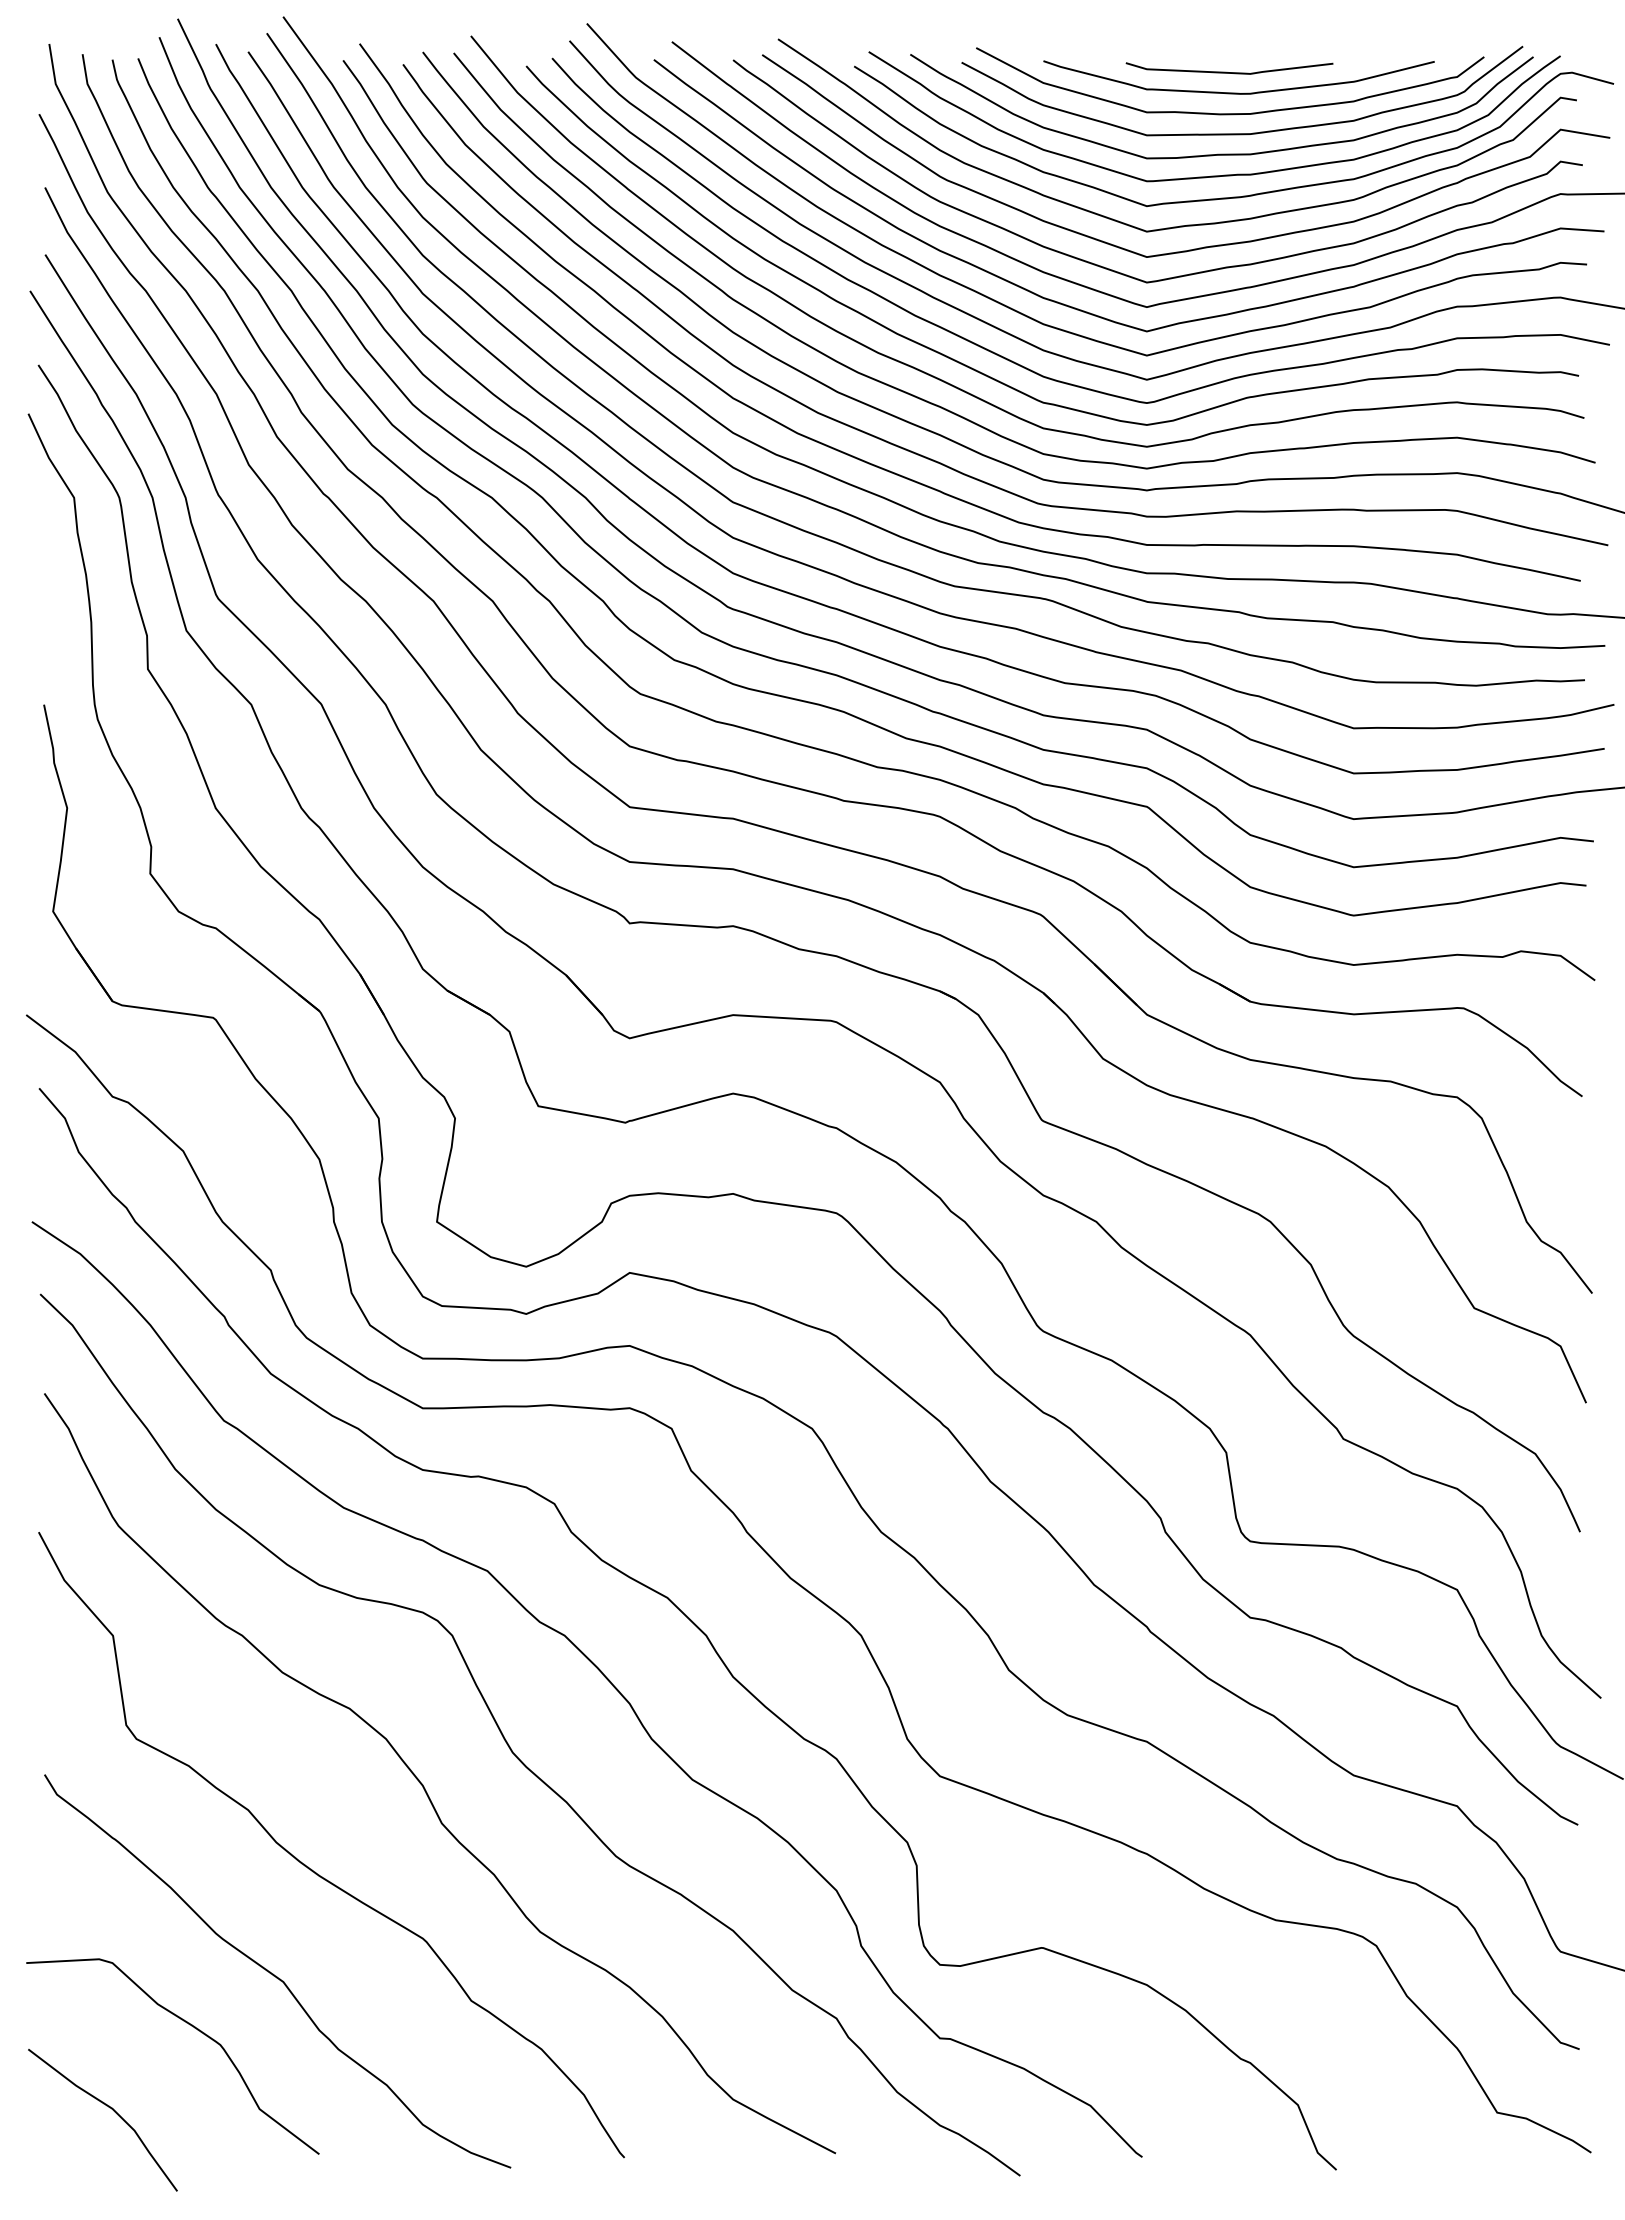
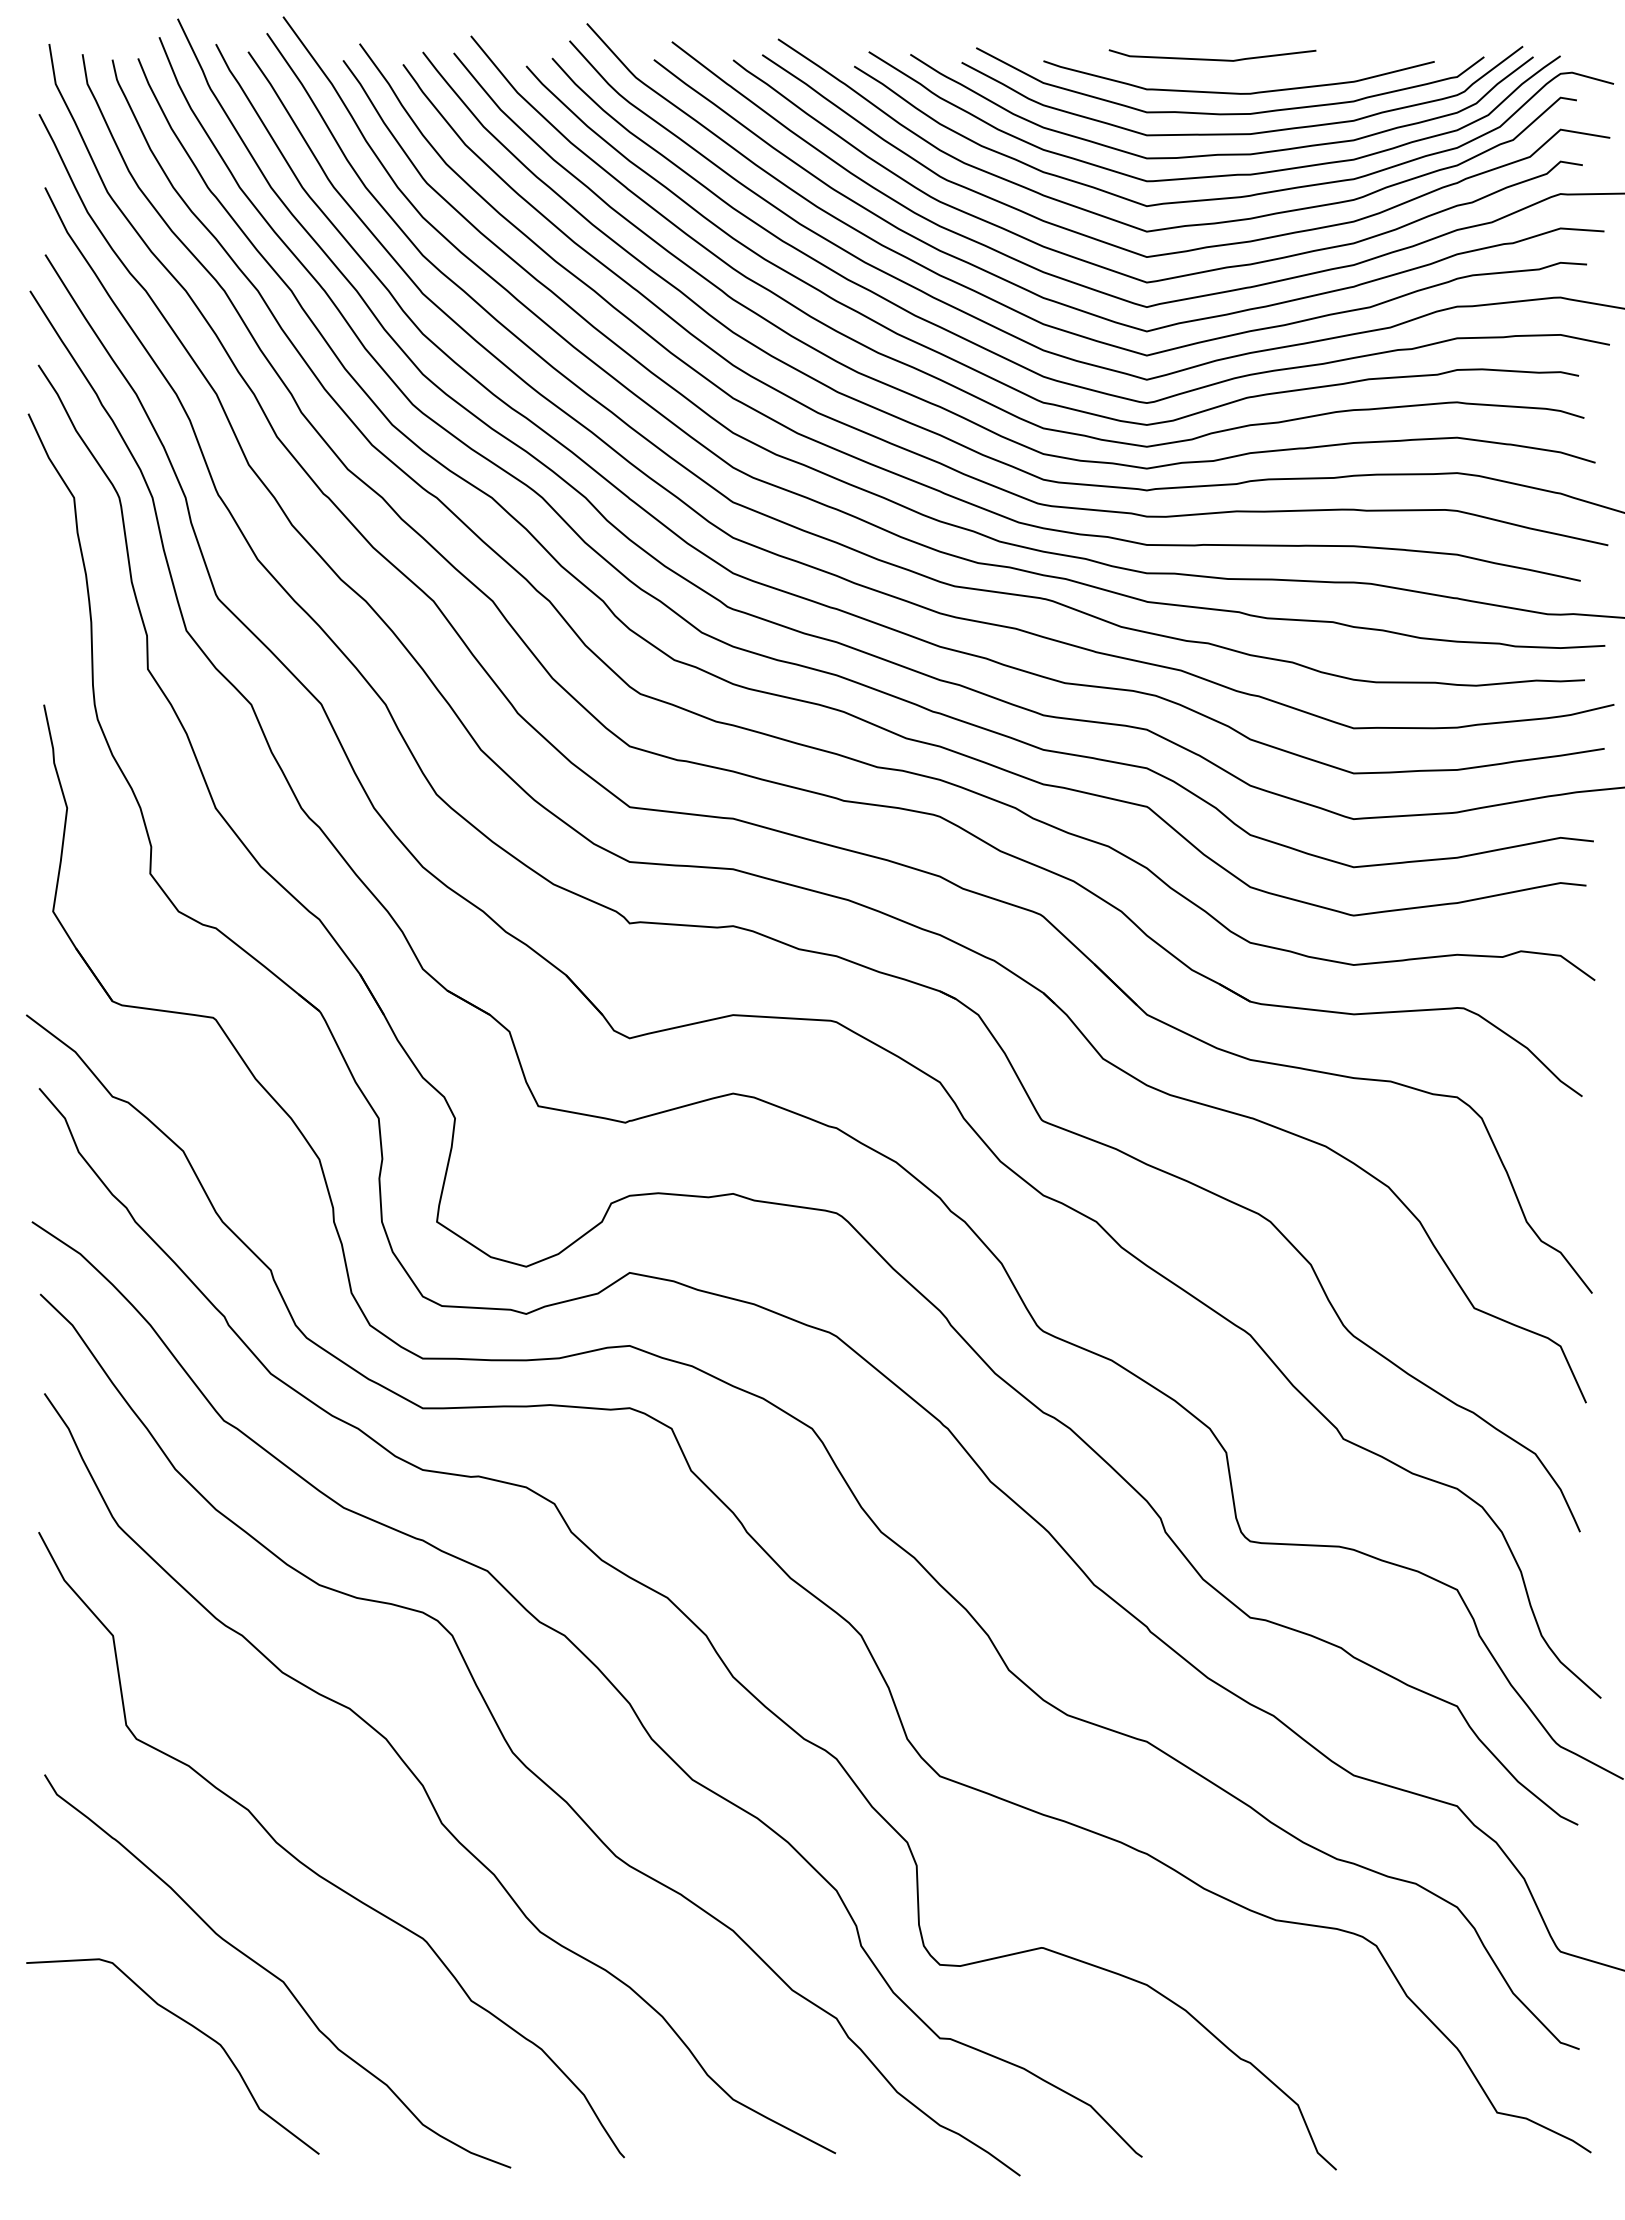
curve at (1229, 72) position: (1229, 72) -> (1212, 59)
curve at (112, 2110): present -> none
